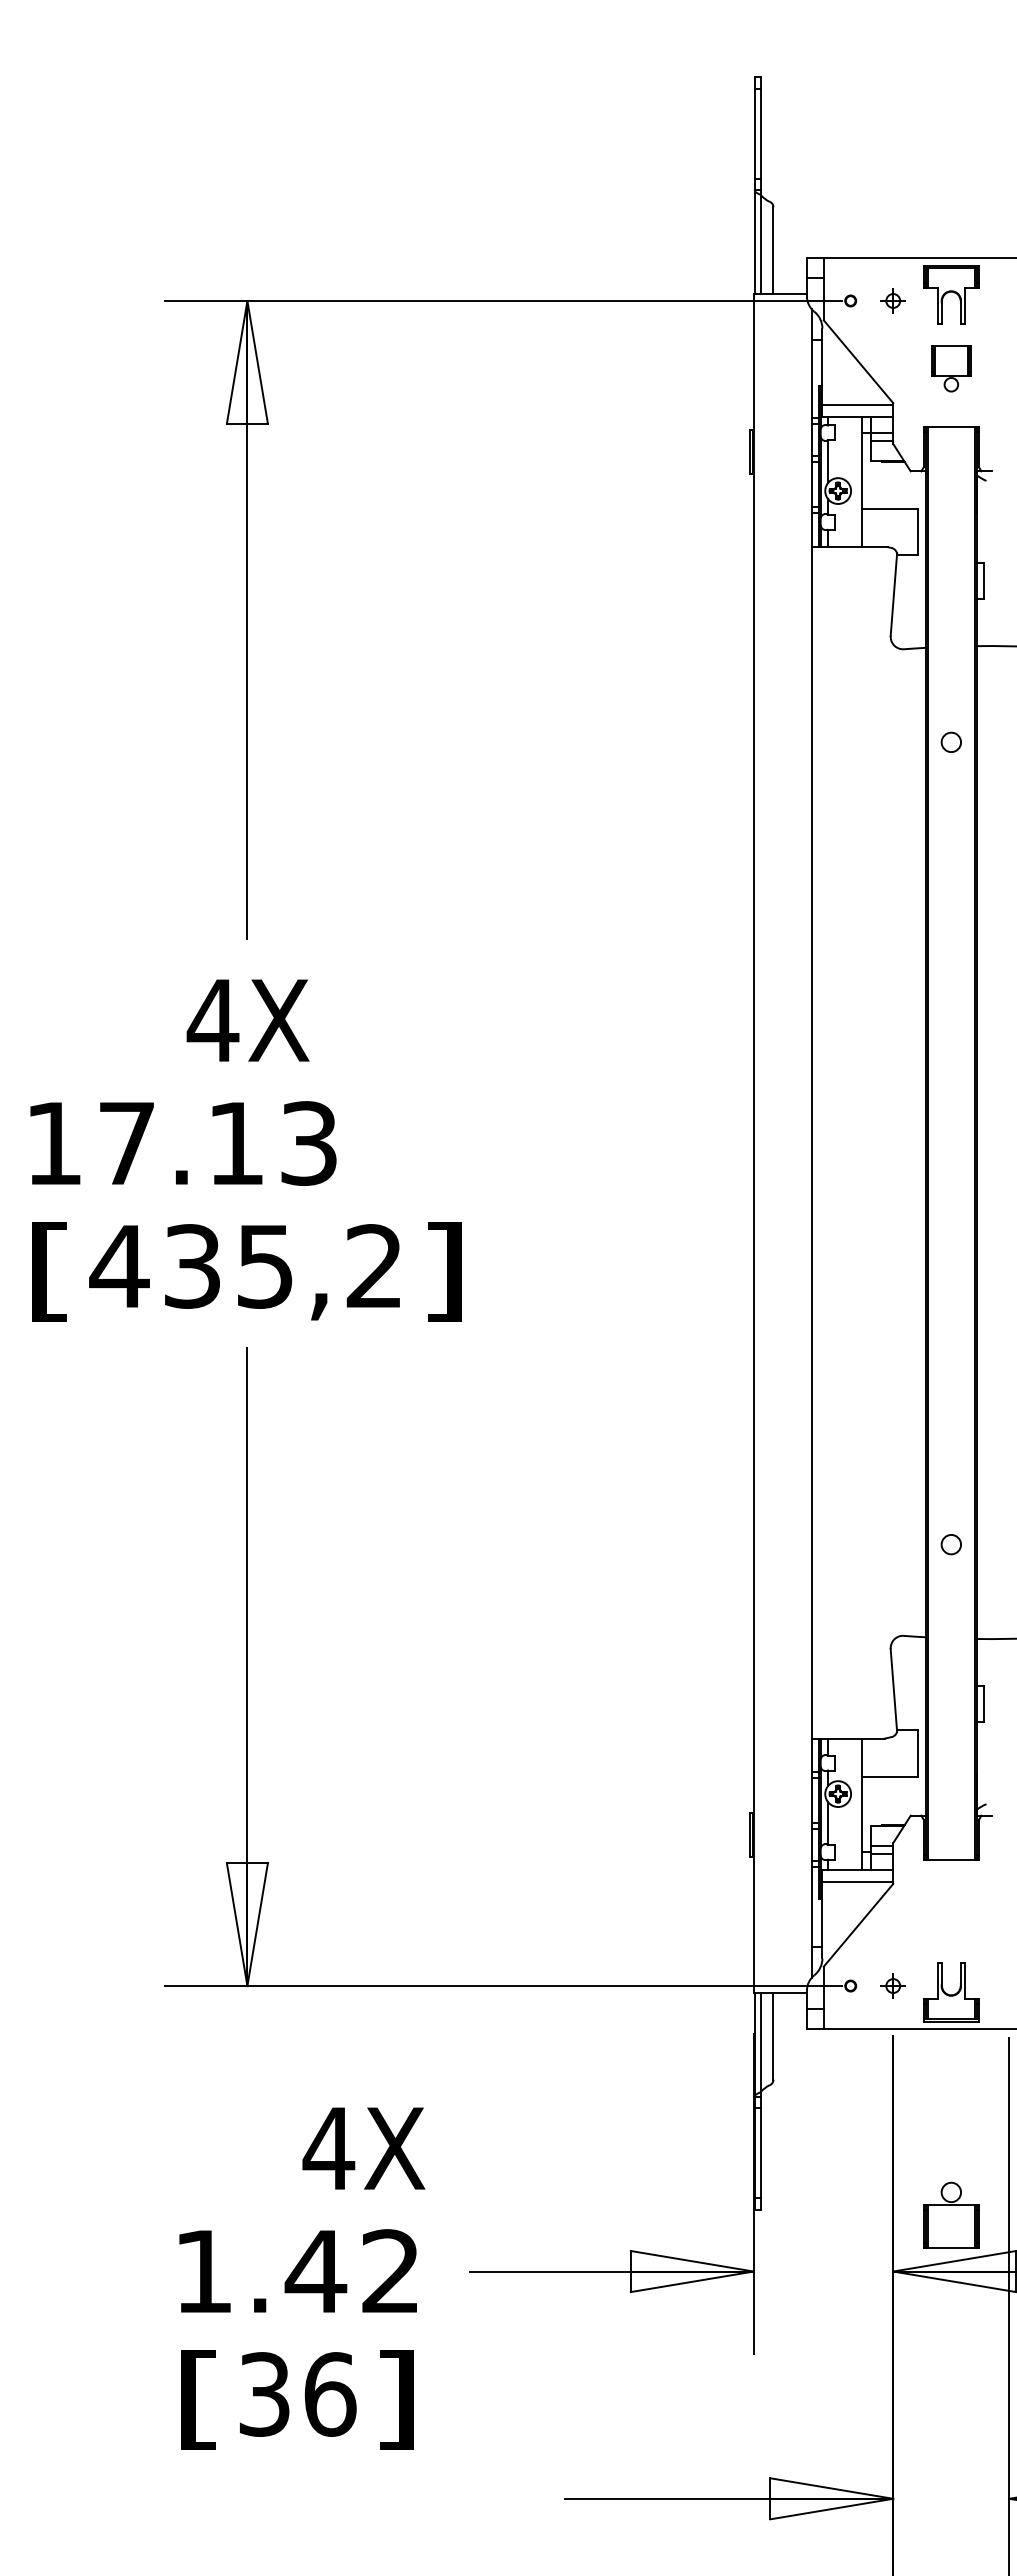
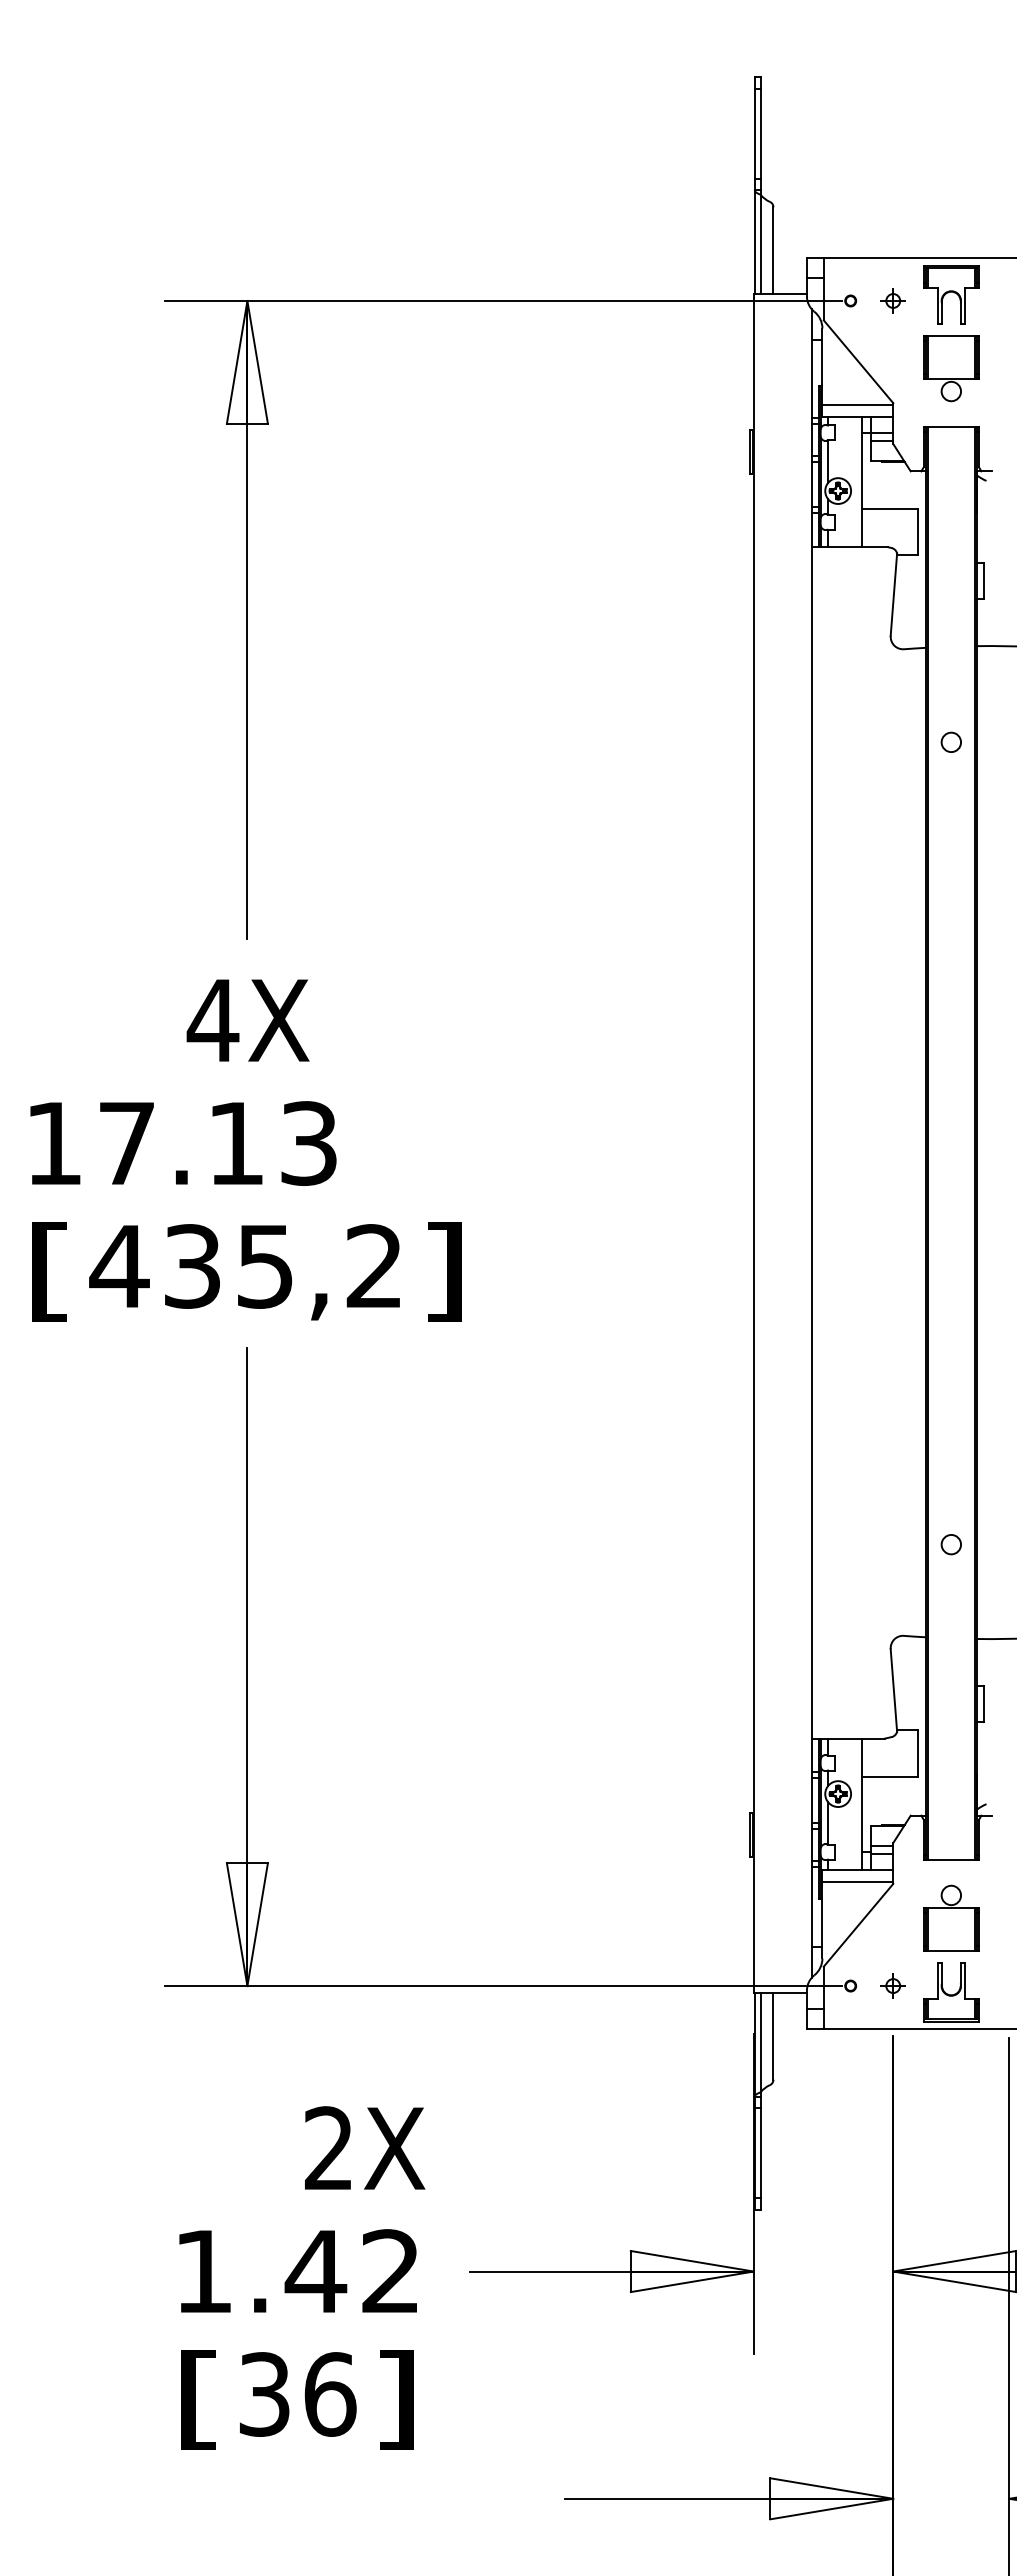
part at (951, 368) size: 41x48 px -> 57x68 px
text at (328, 2147): 4X -> 2X
part at (951, 2214) position: (951, 2214) -> (951, 1917)
